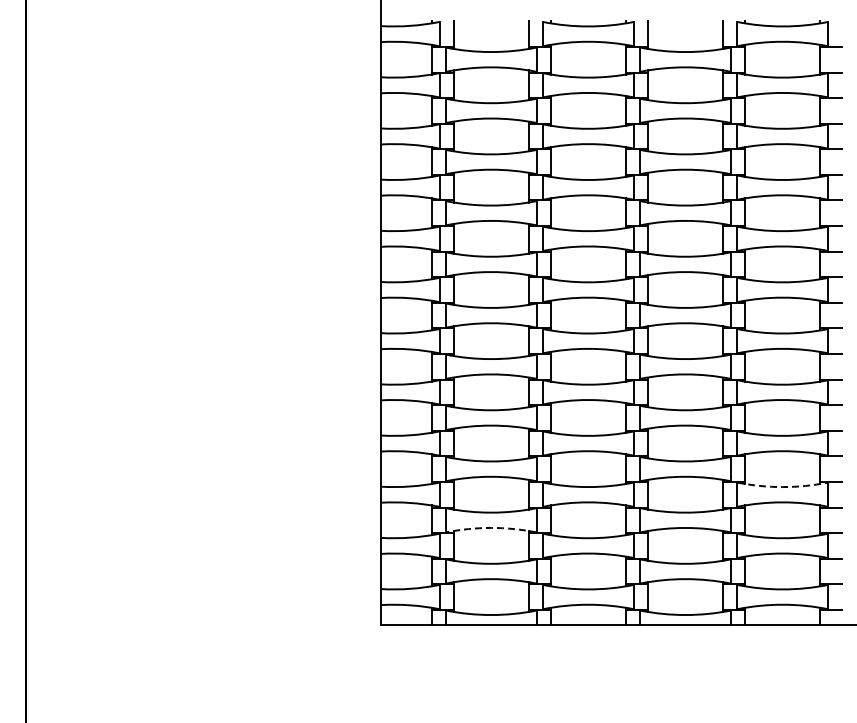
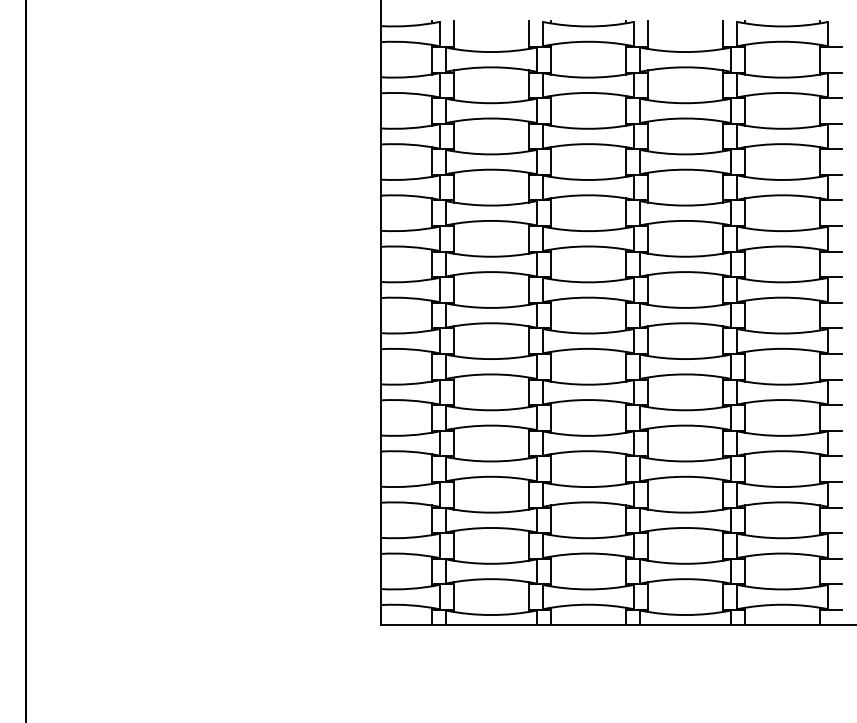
arc at (782, 487): dashed -> solid
arc at (491, 527): dashed -> solid
